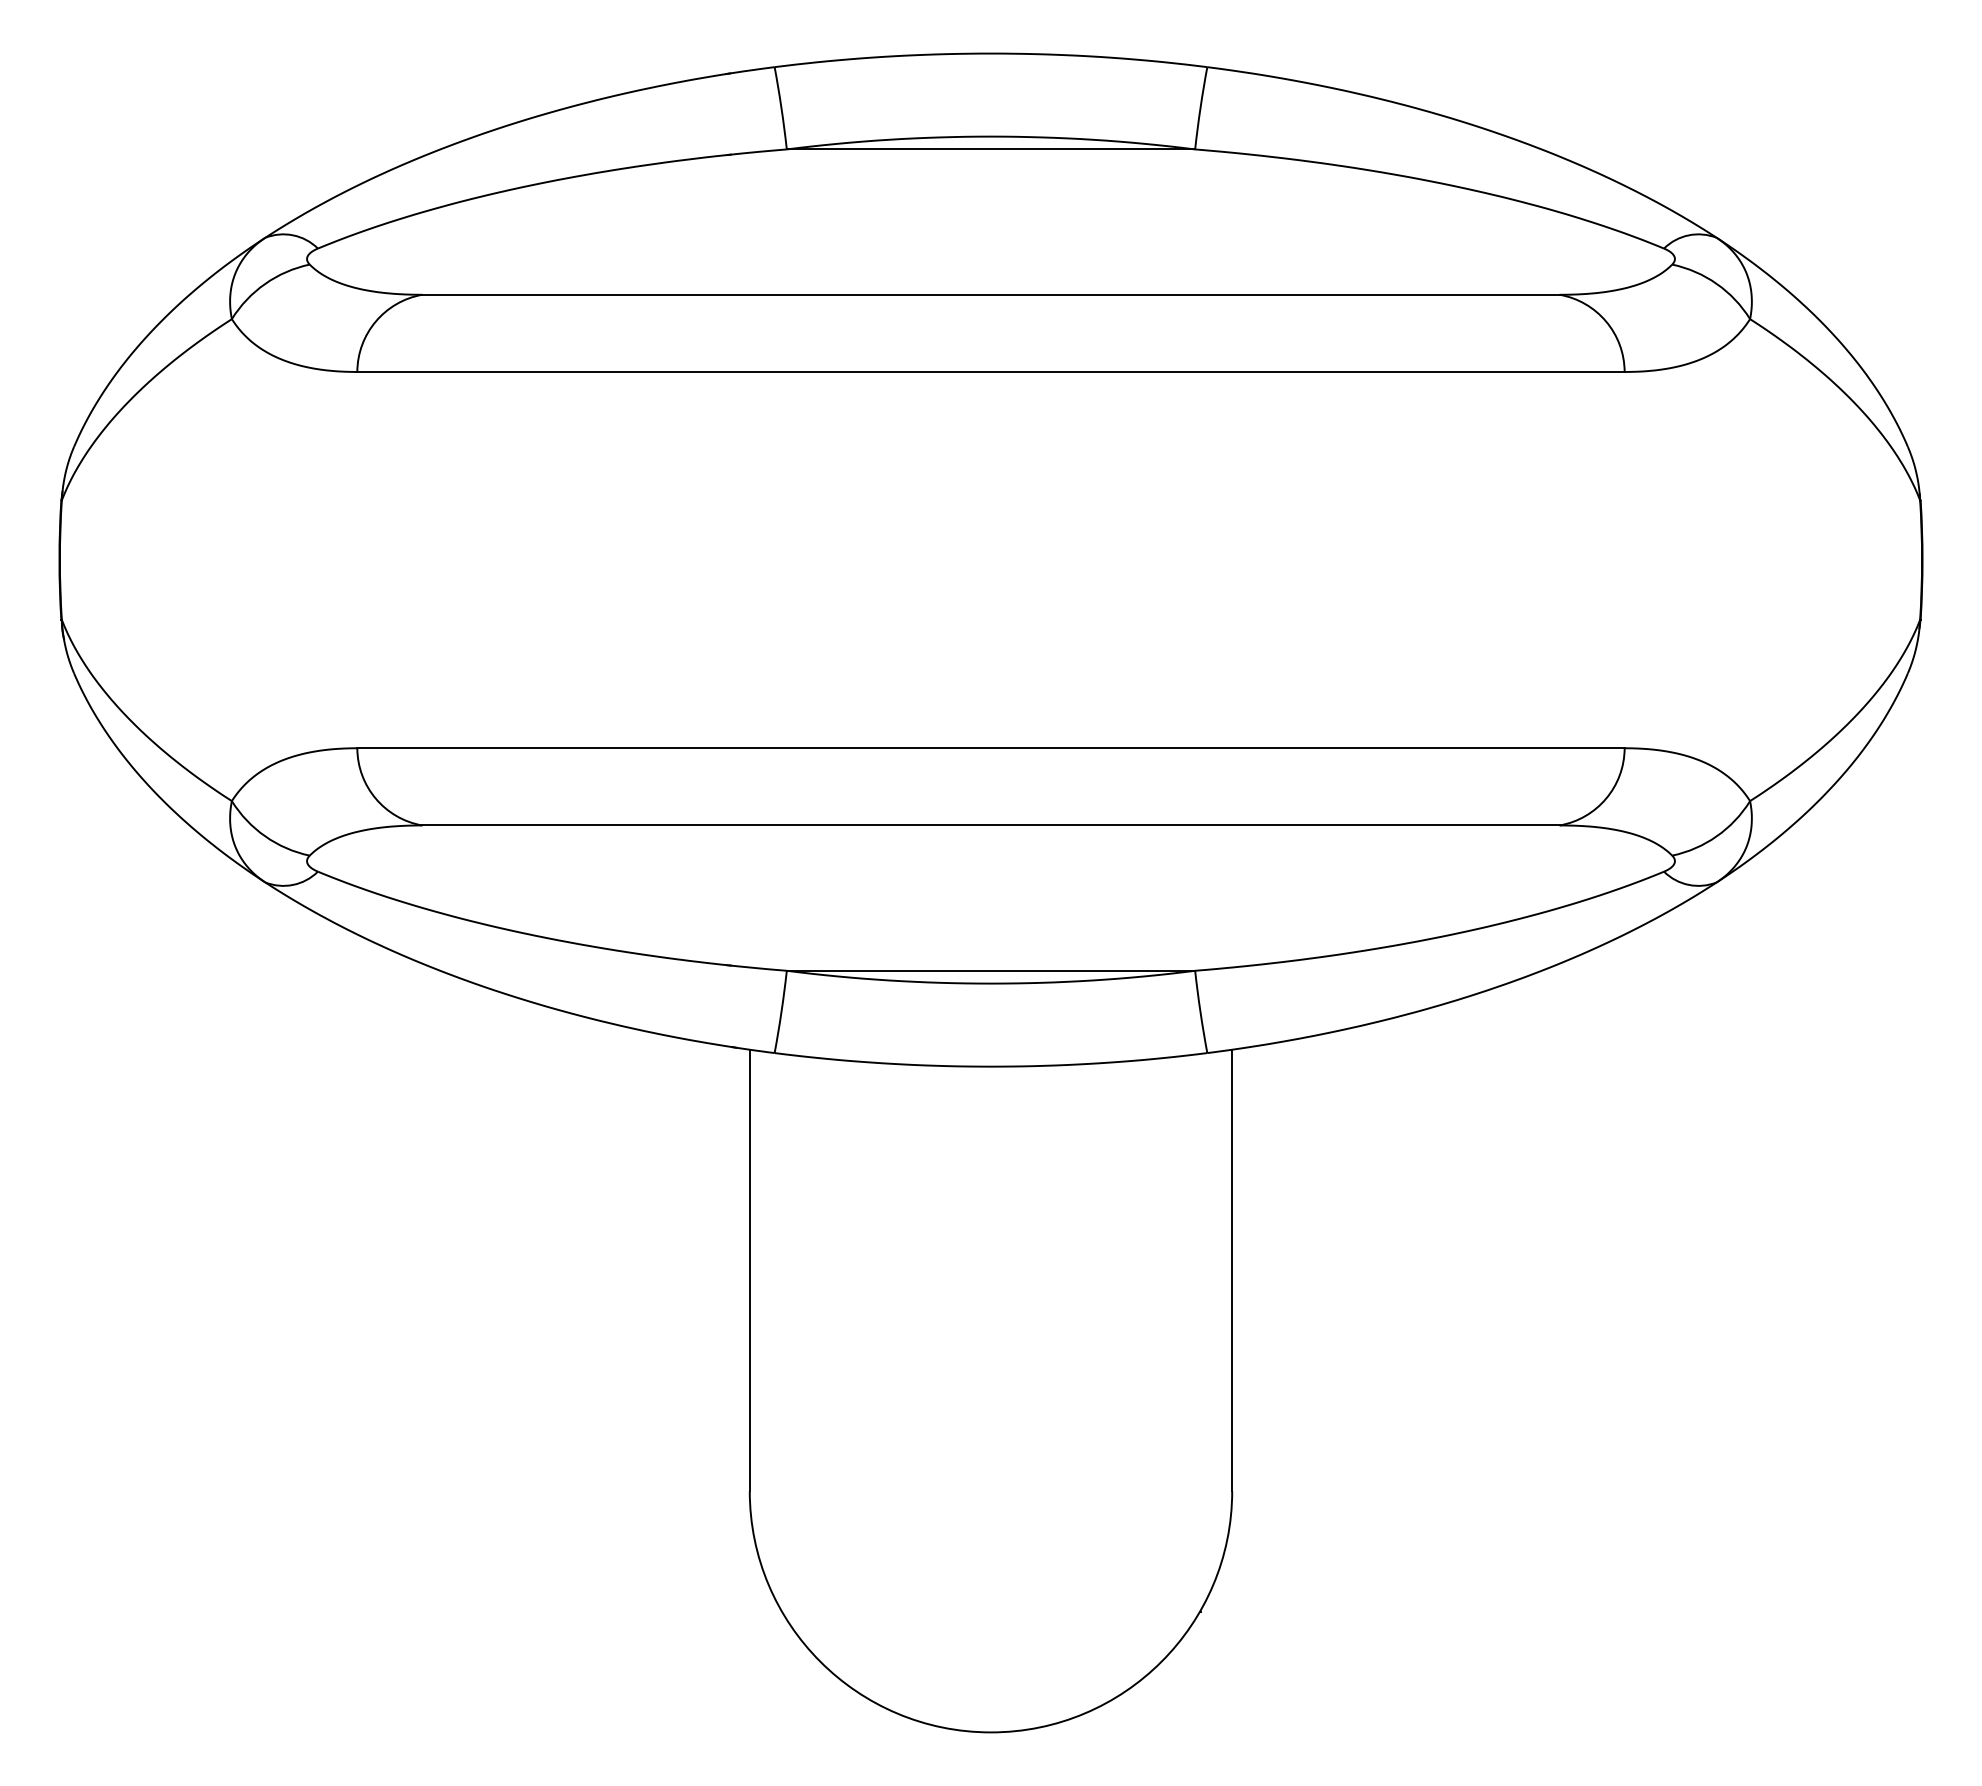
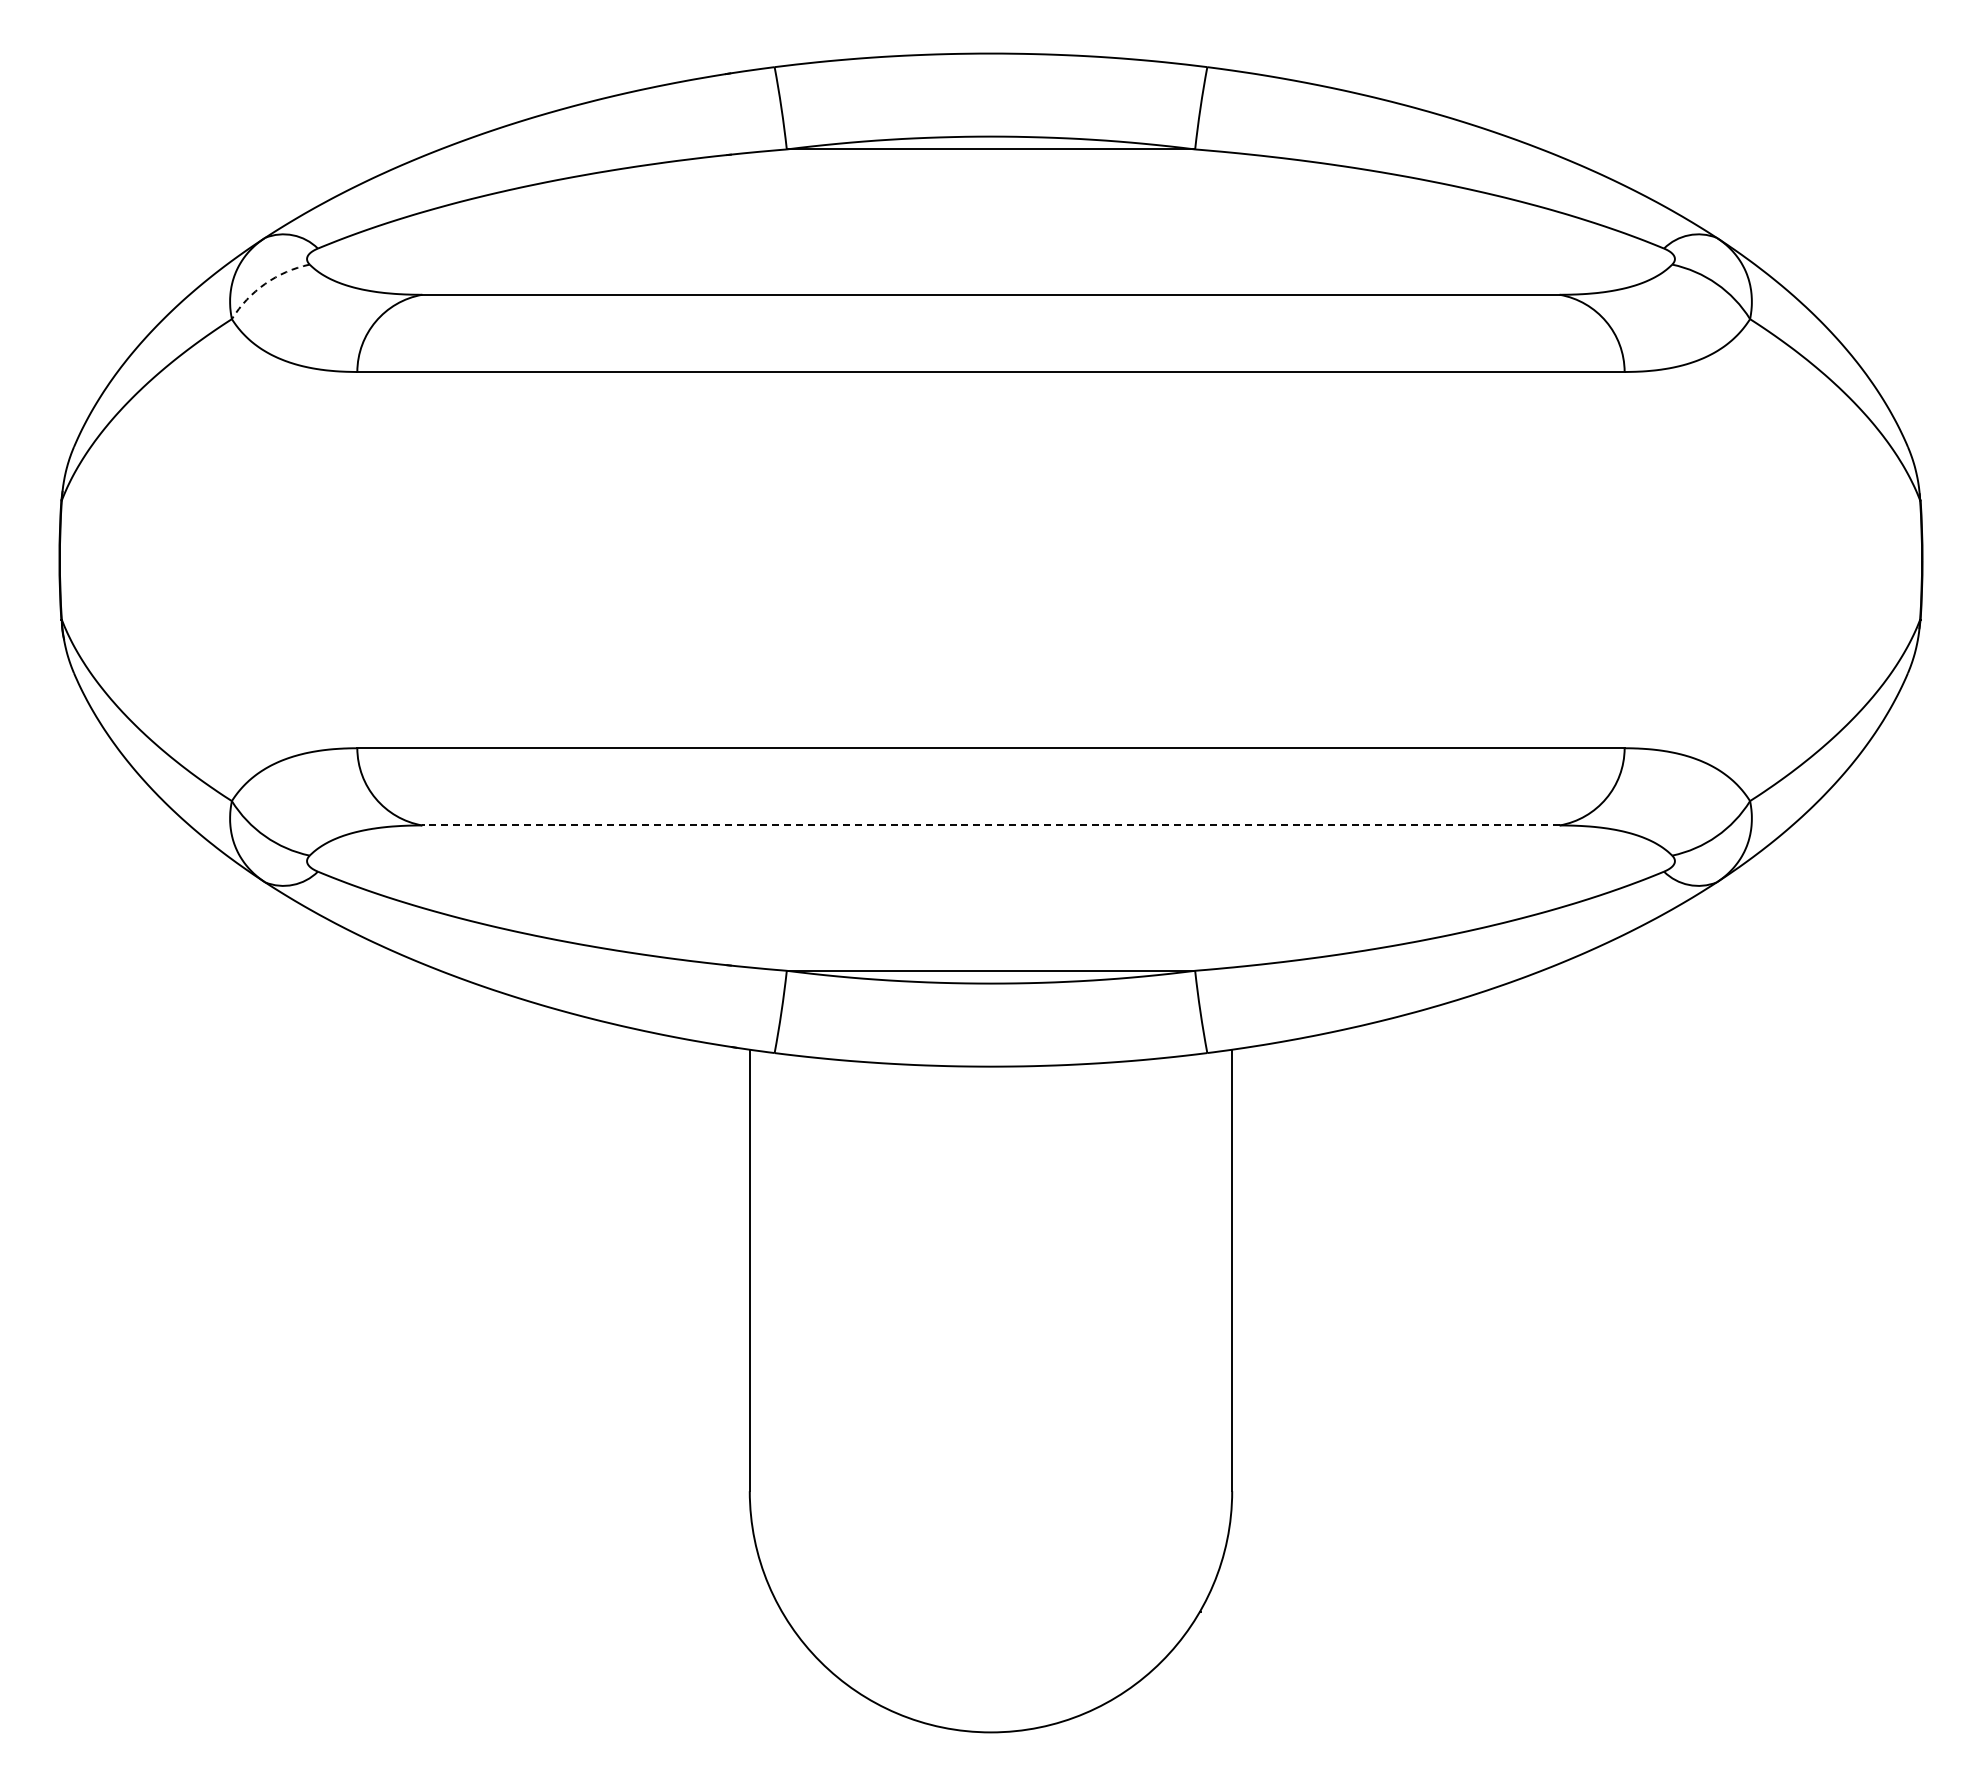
arc at (265, 283): solid -> dashed
line at (990, 825): solid -> dashed
